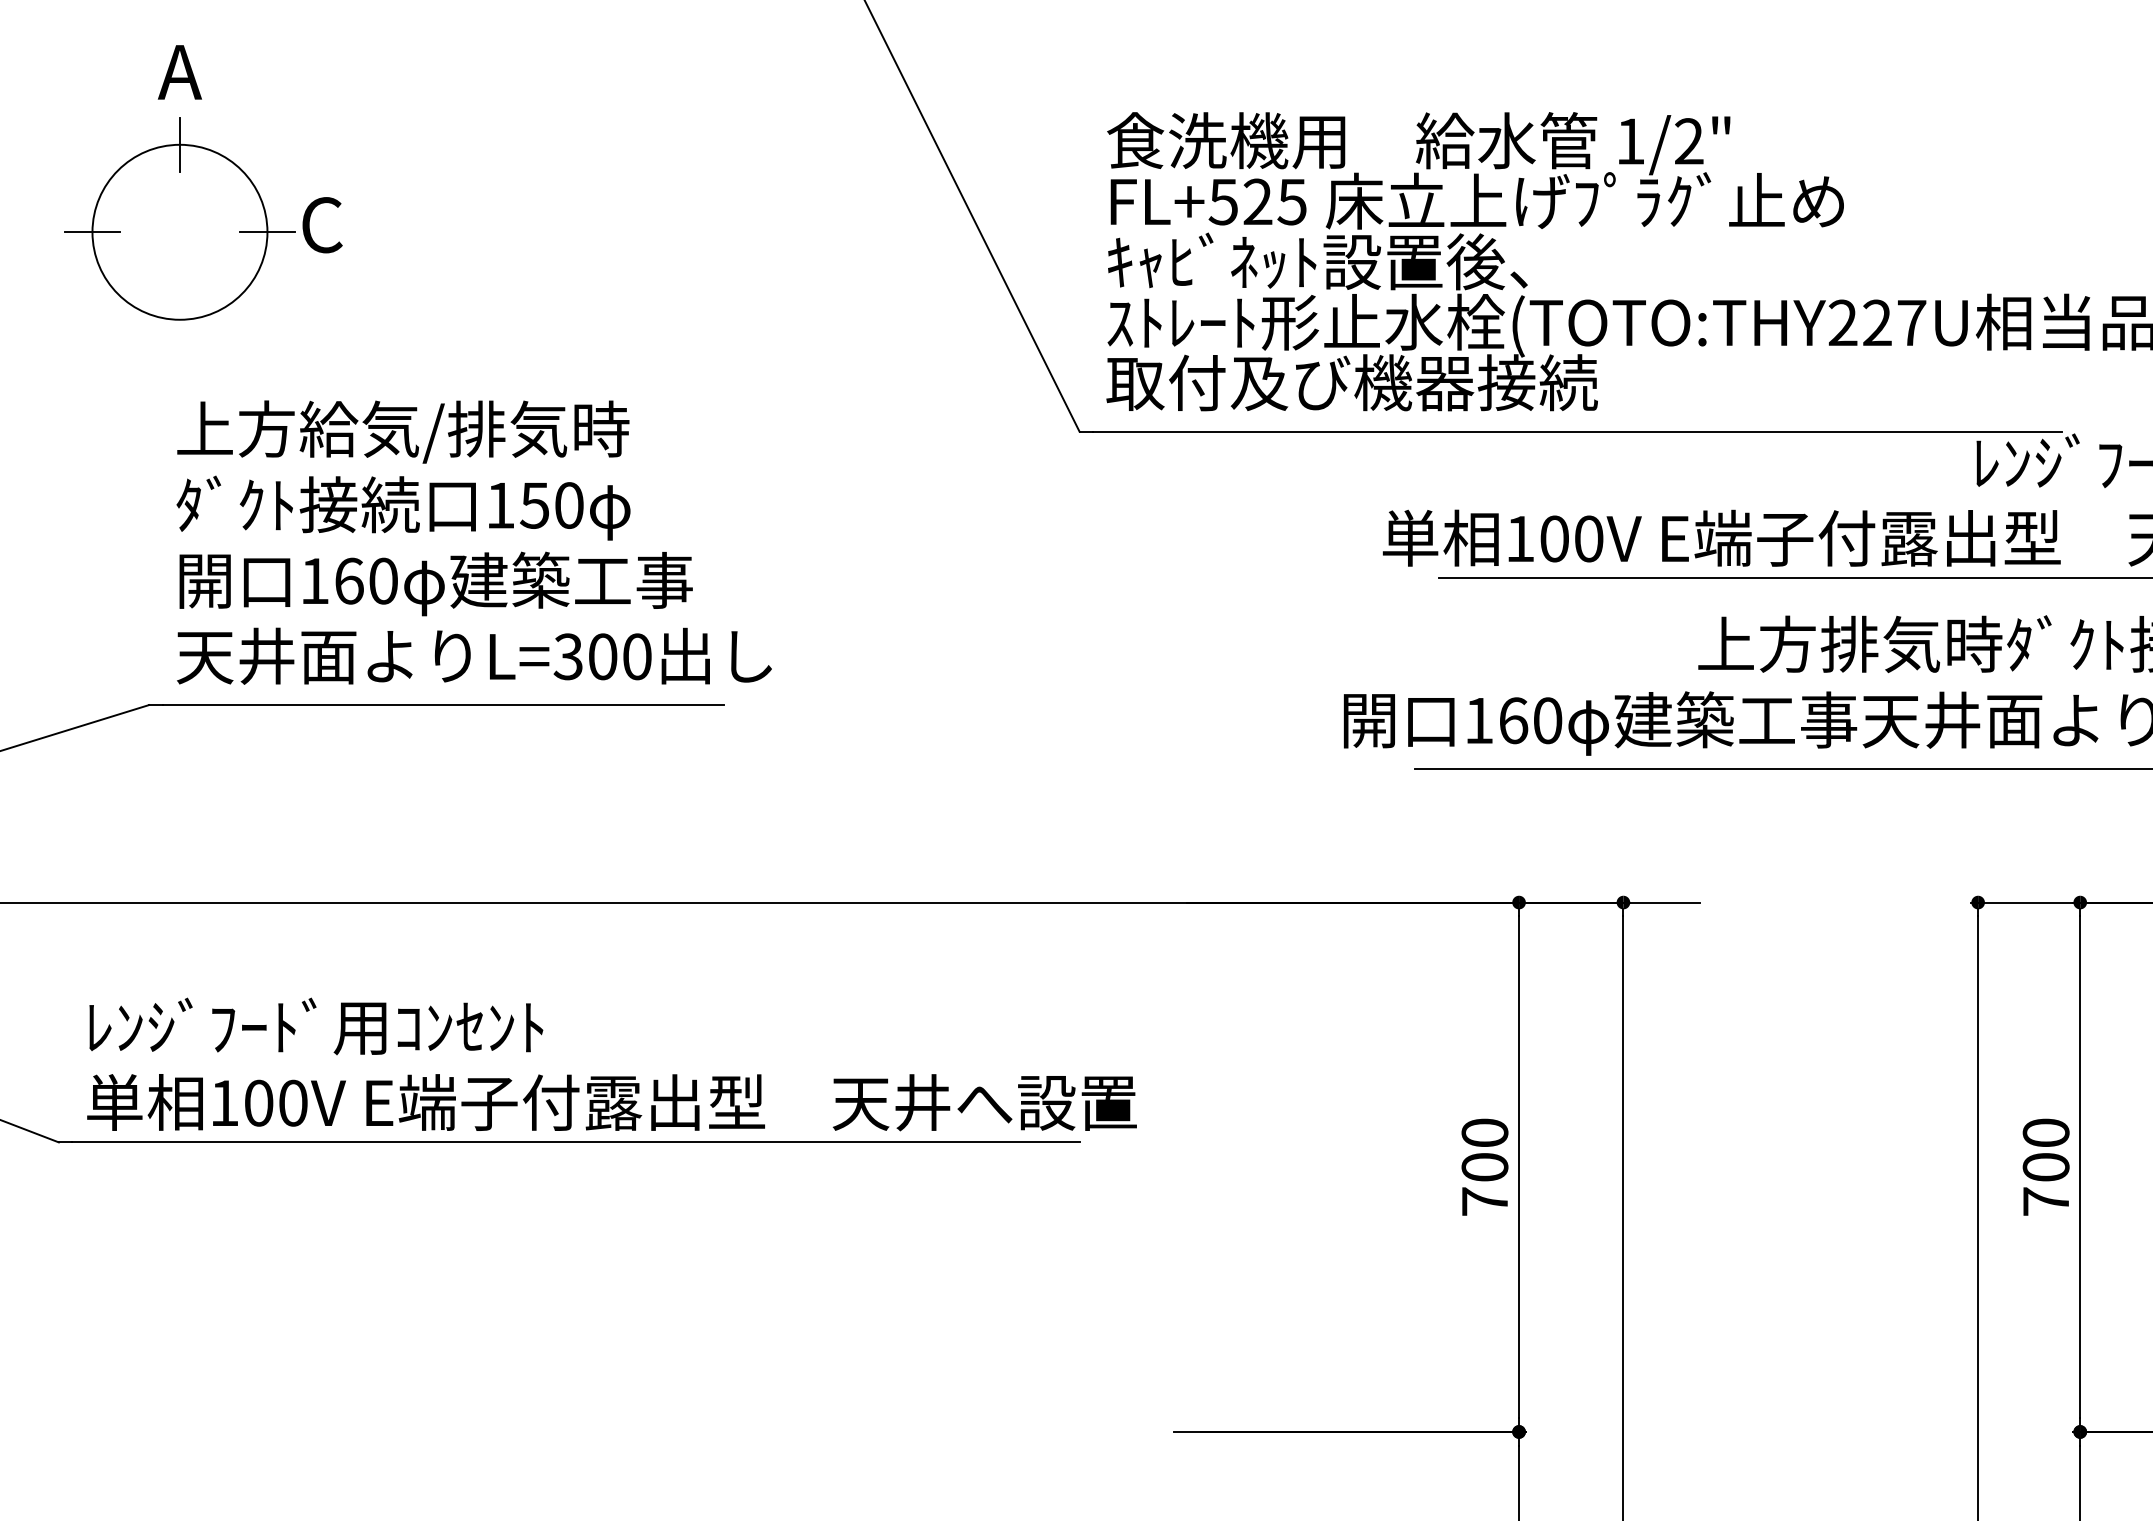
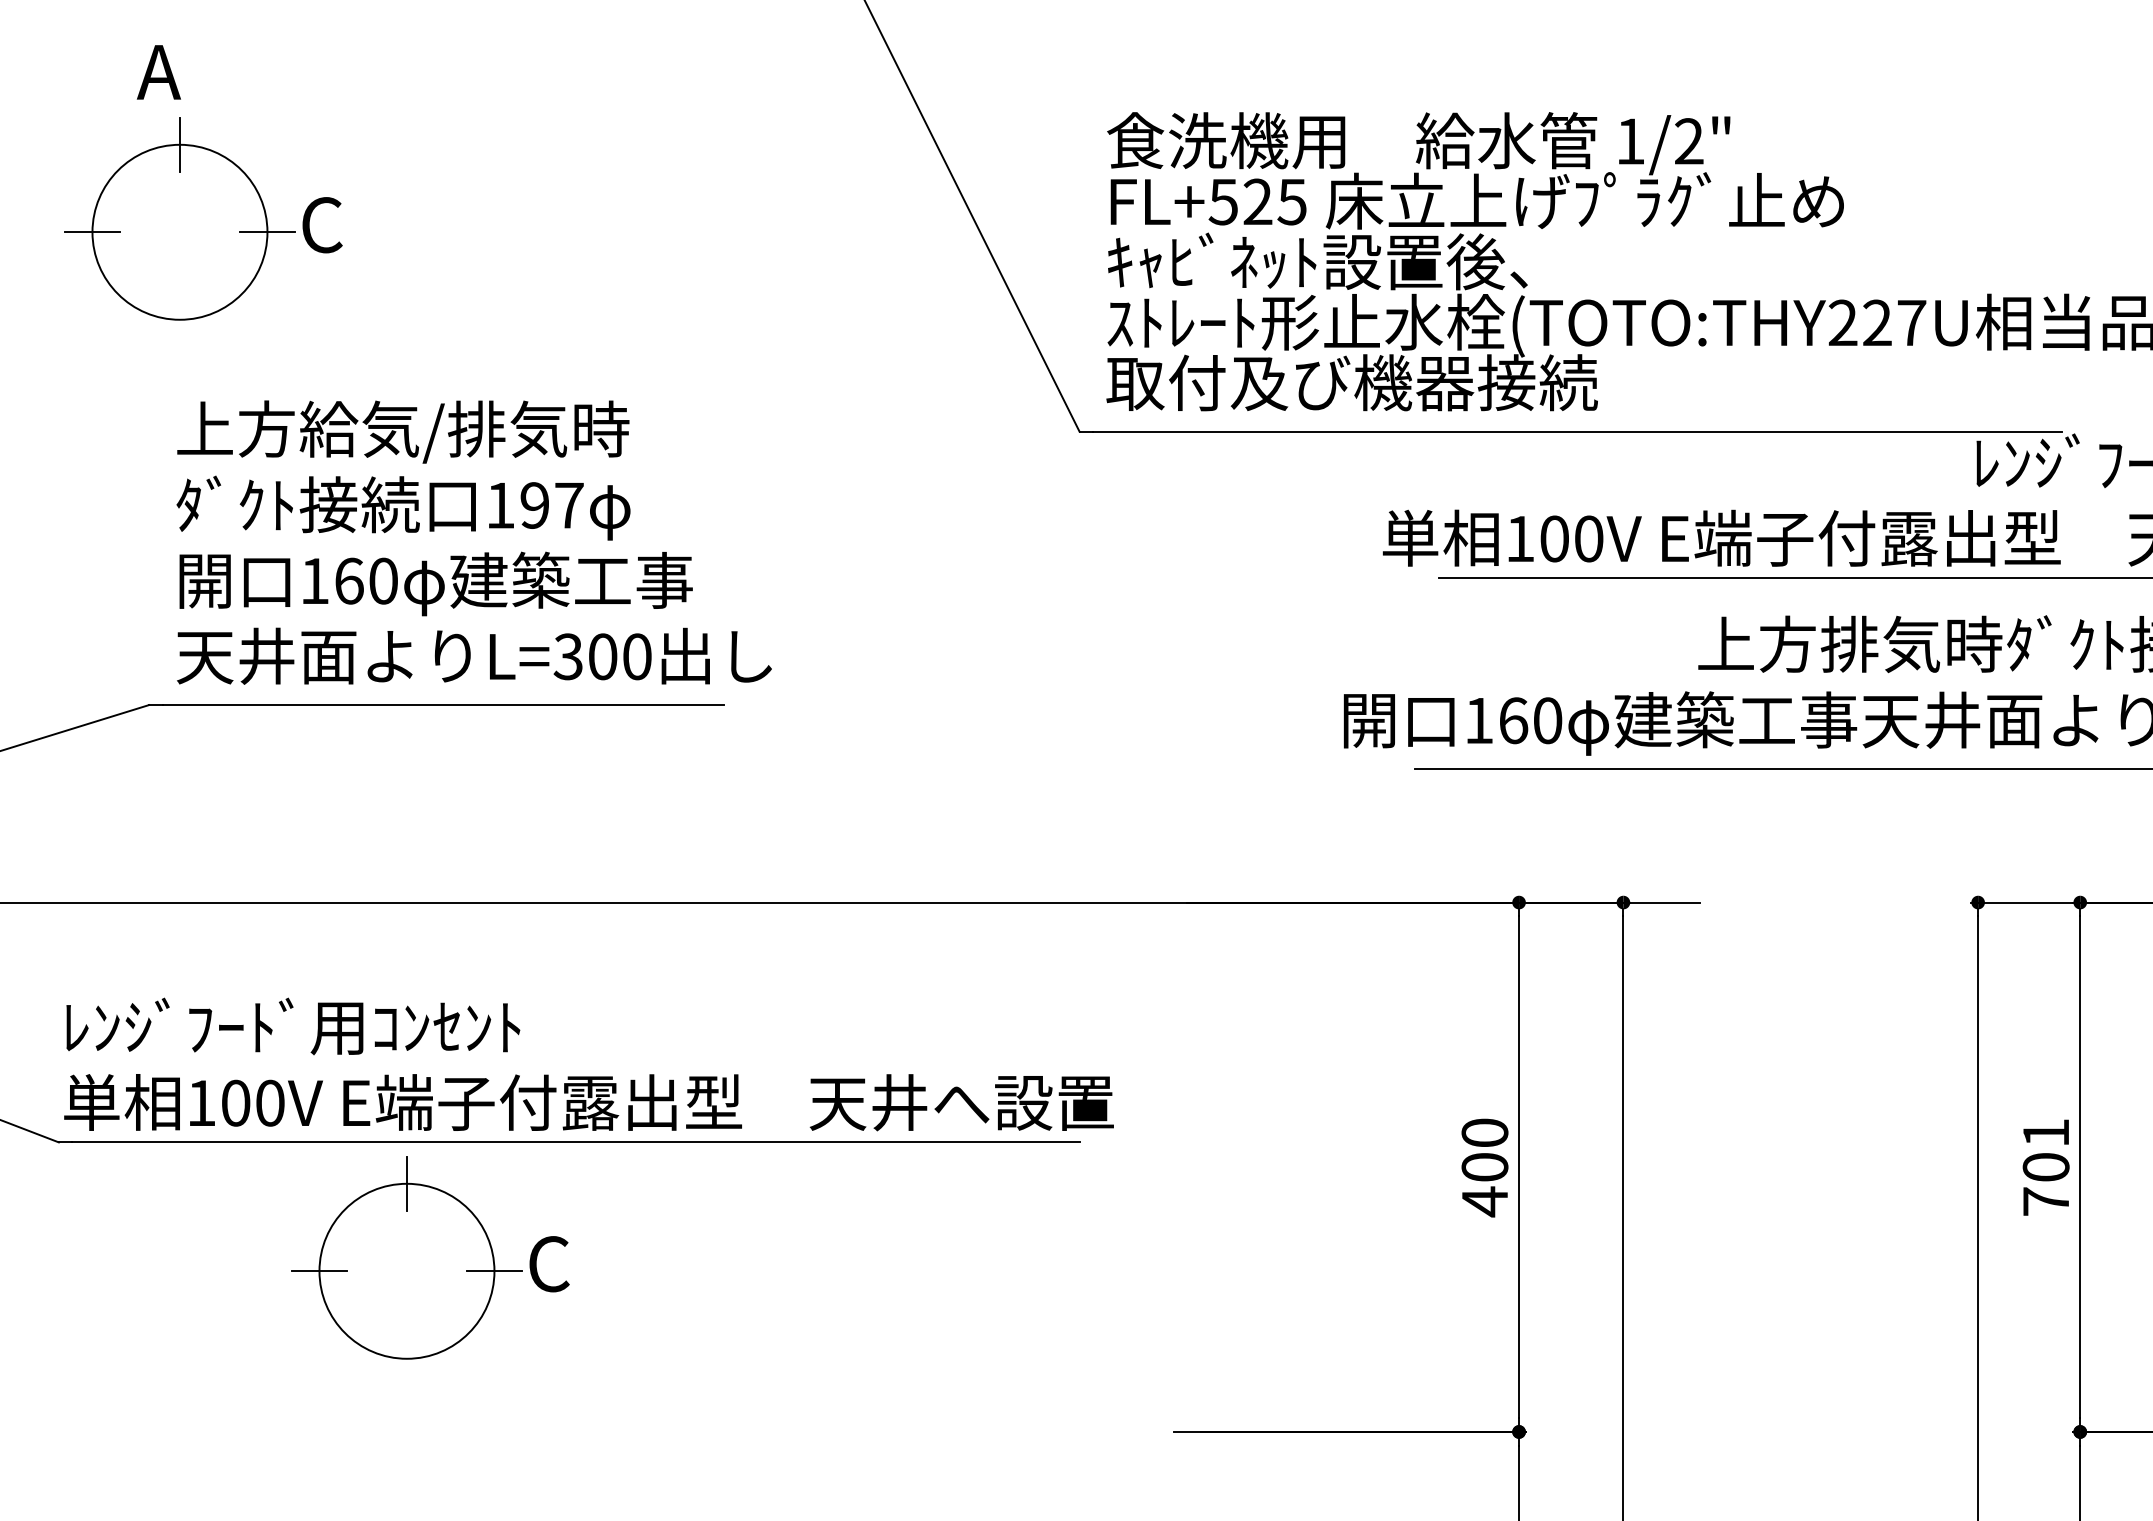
text at (179, 72) position: (179, 72) -> (158, 72)
text at (551, 505): 150 -> 197
text at (611, 1064) position: (611, 1064) -> (588, 1064)
text at (2045, 1132): 700 -> 701
text at (1484, 1201): 700 -> 400
part at (430, 1257): none -> present
